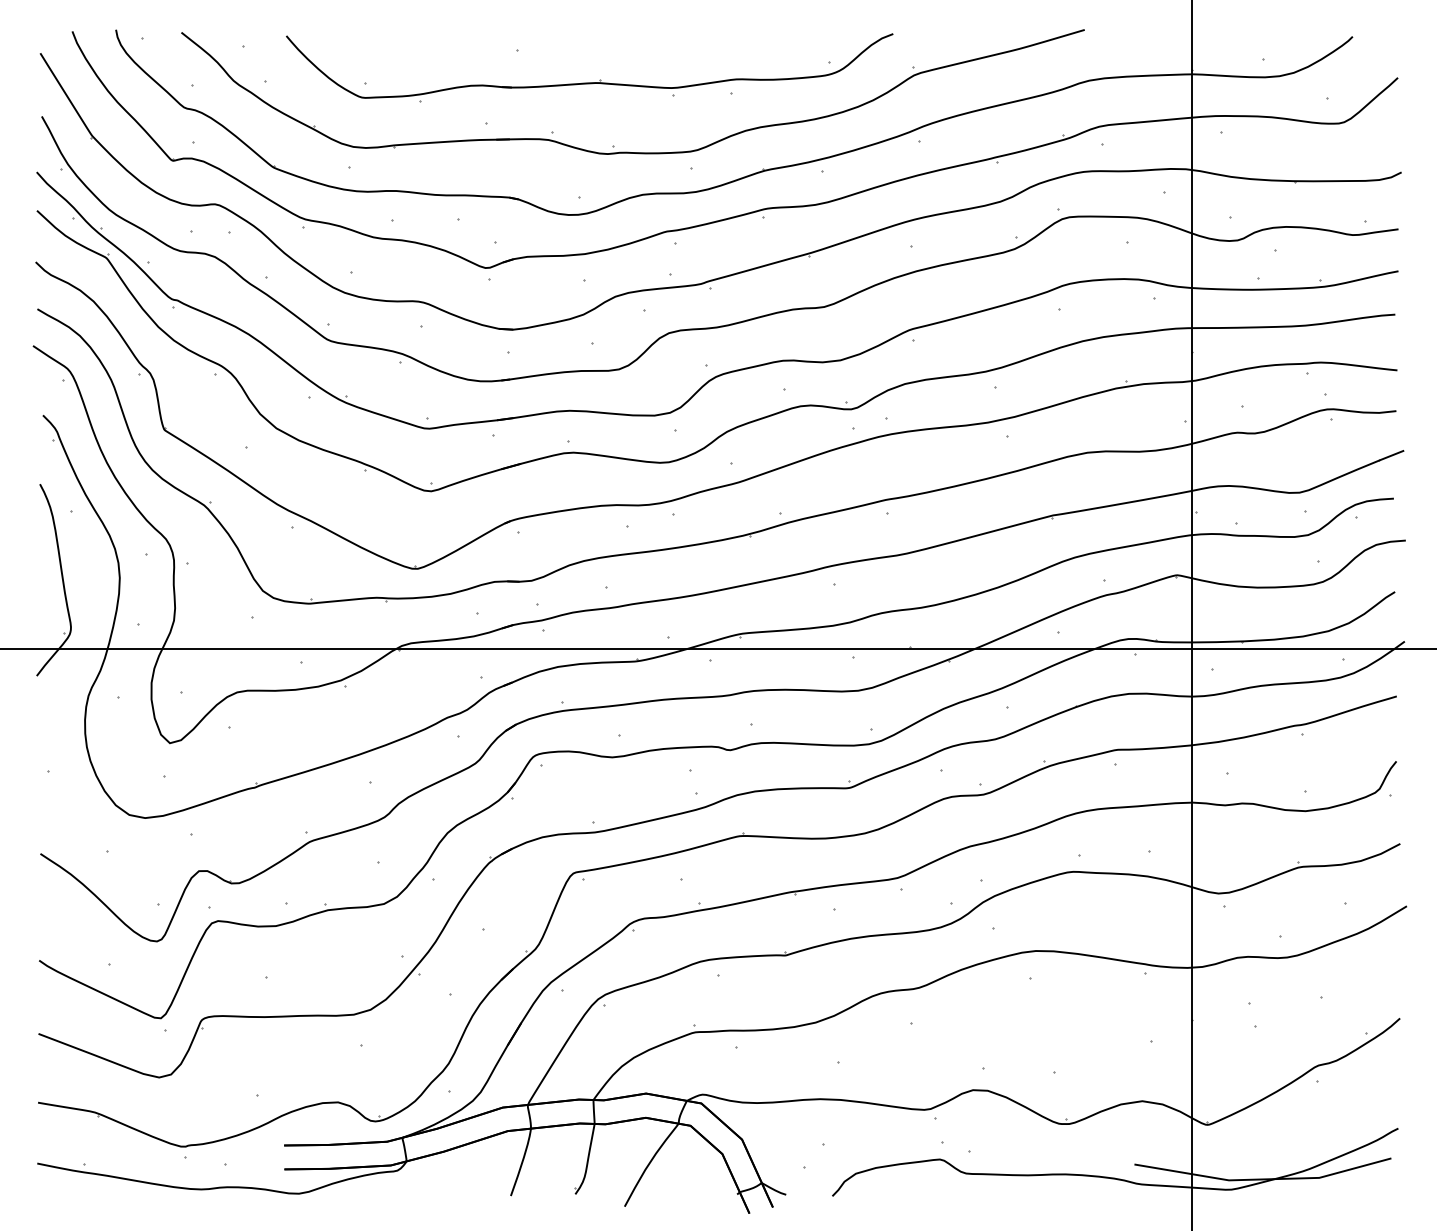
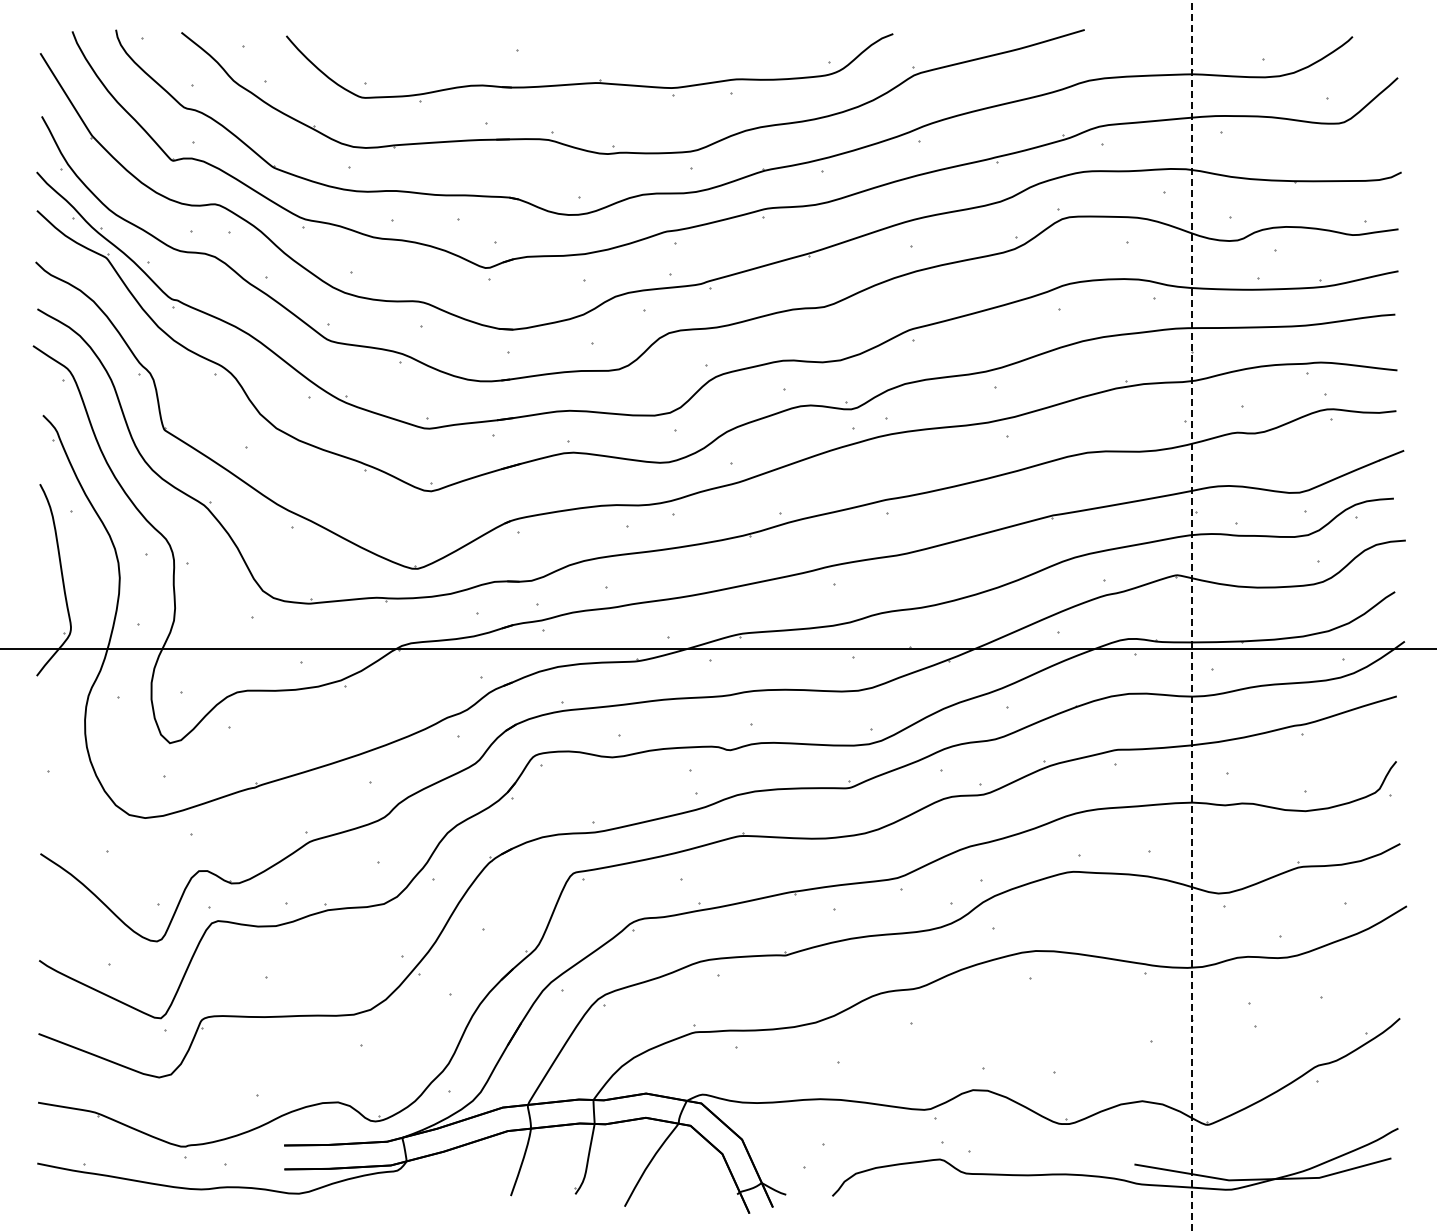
line at (1192, 614): solid -> dashed
